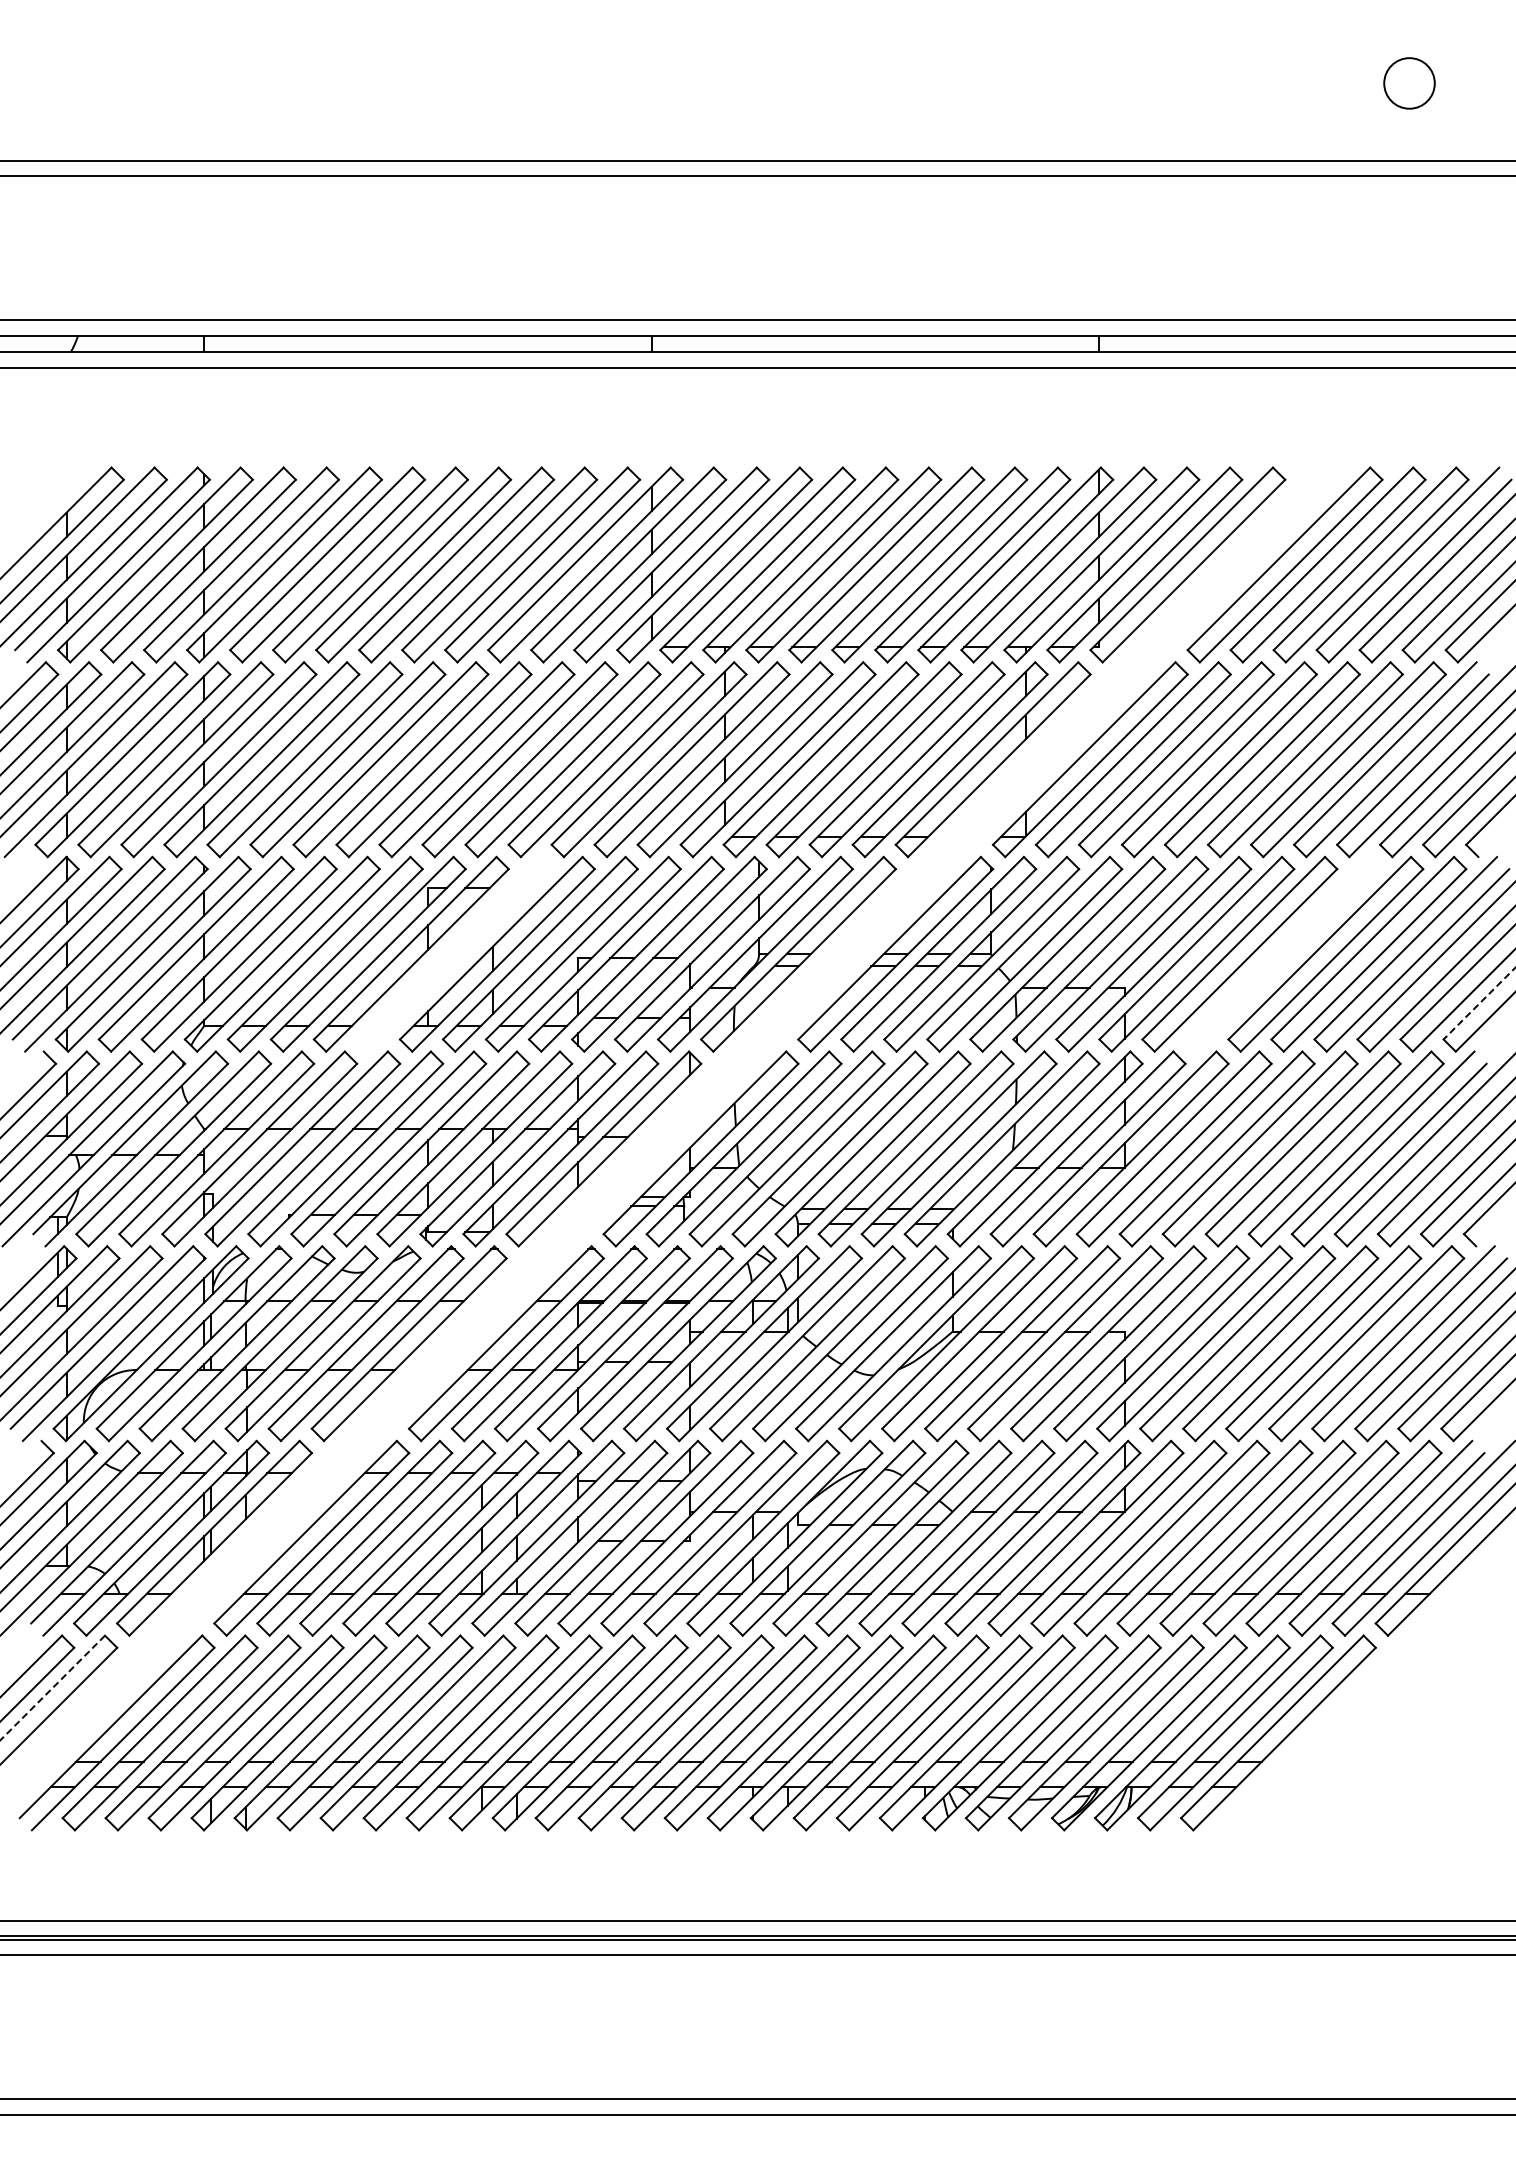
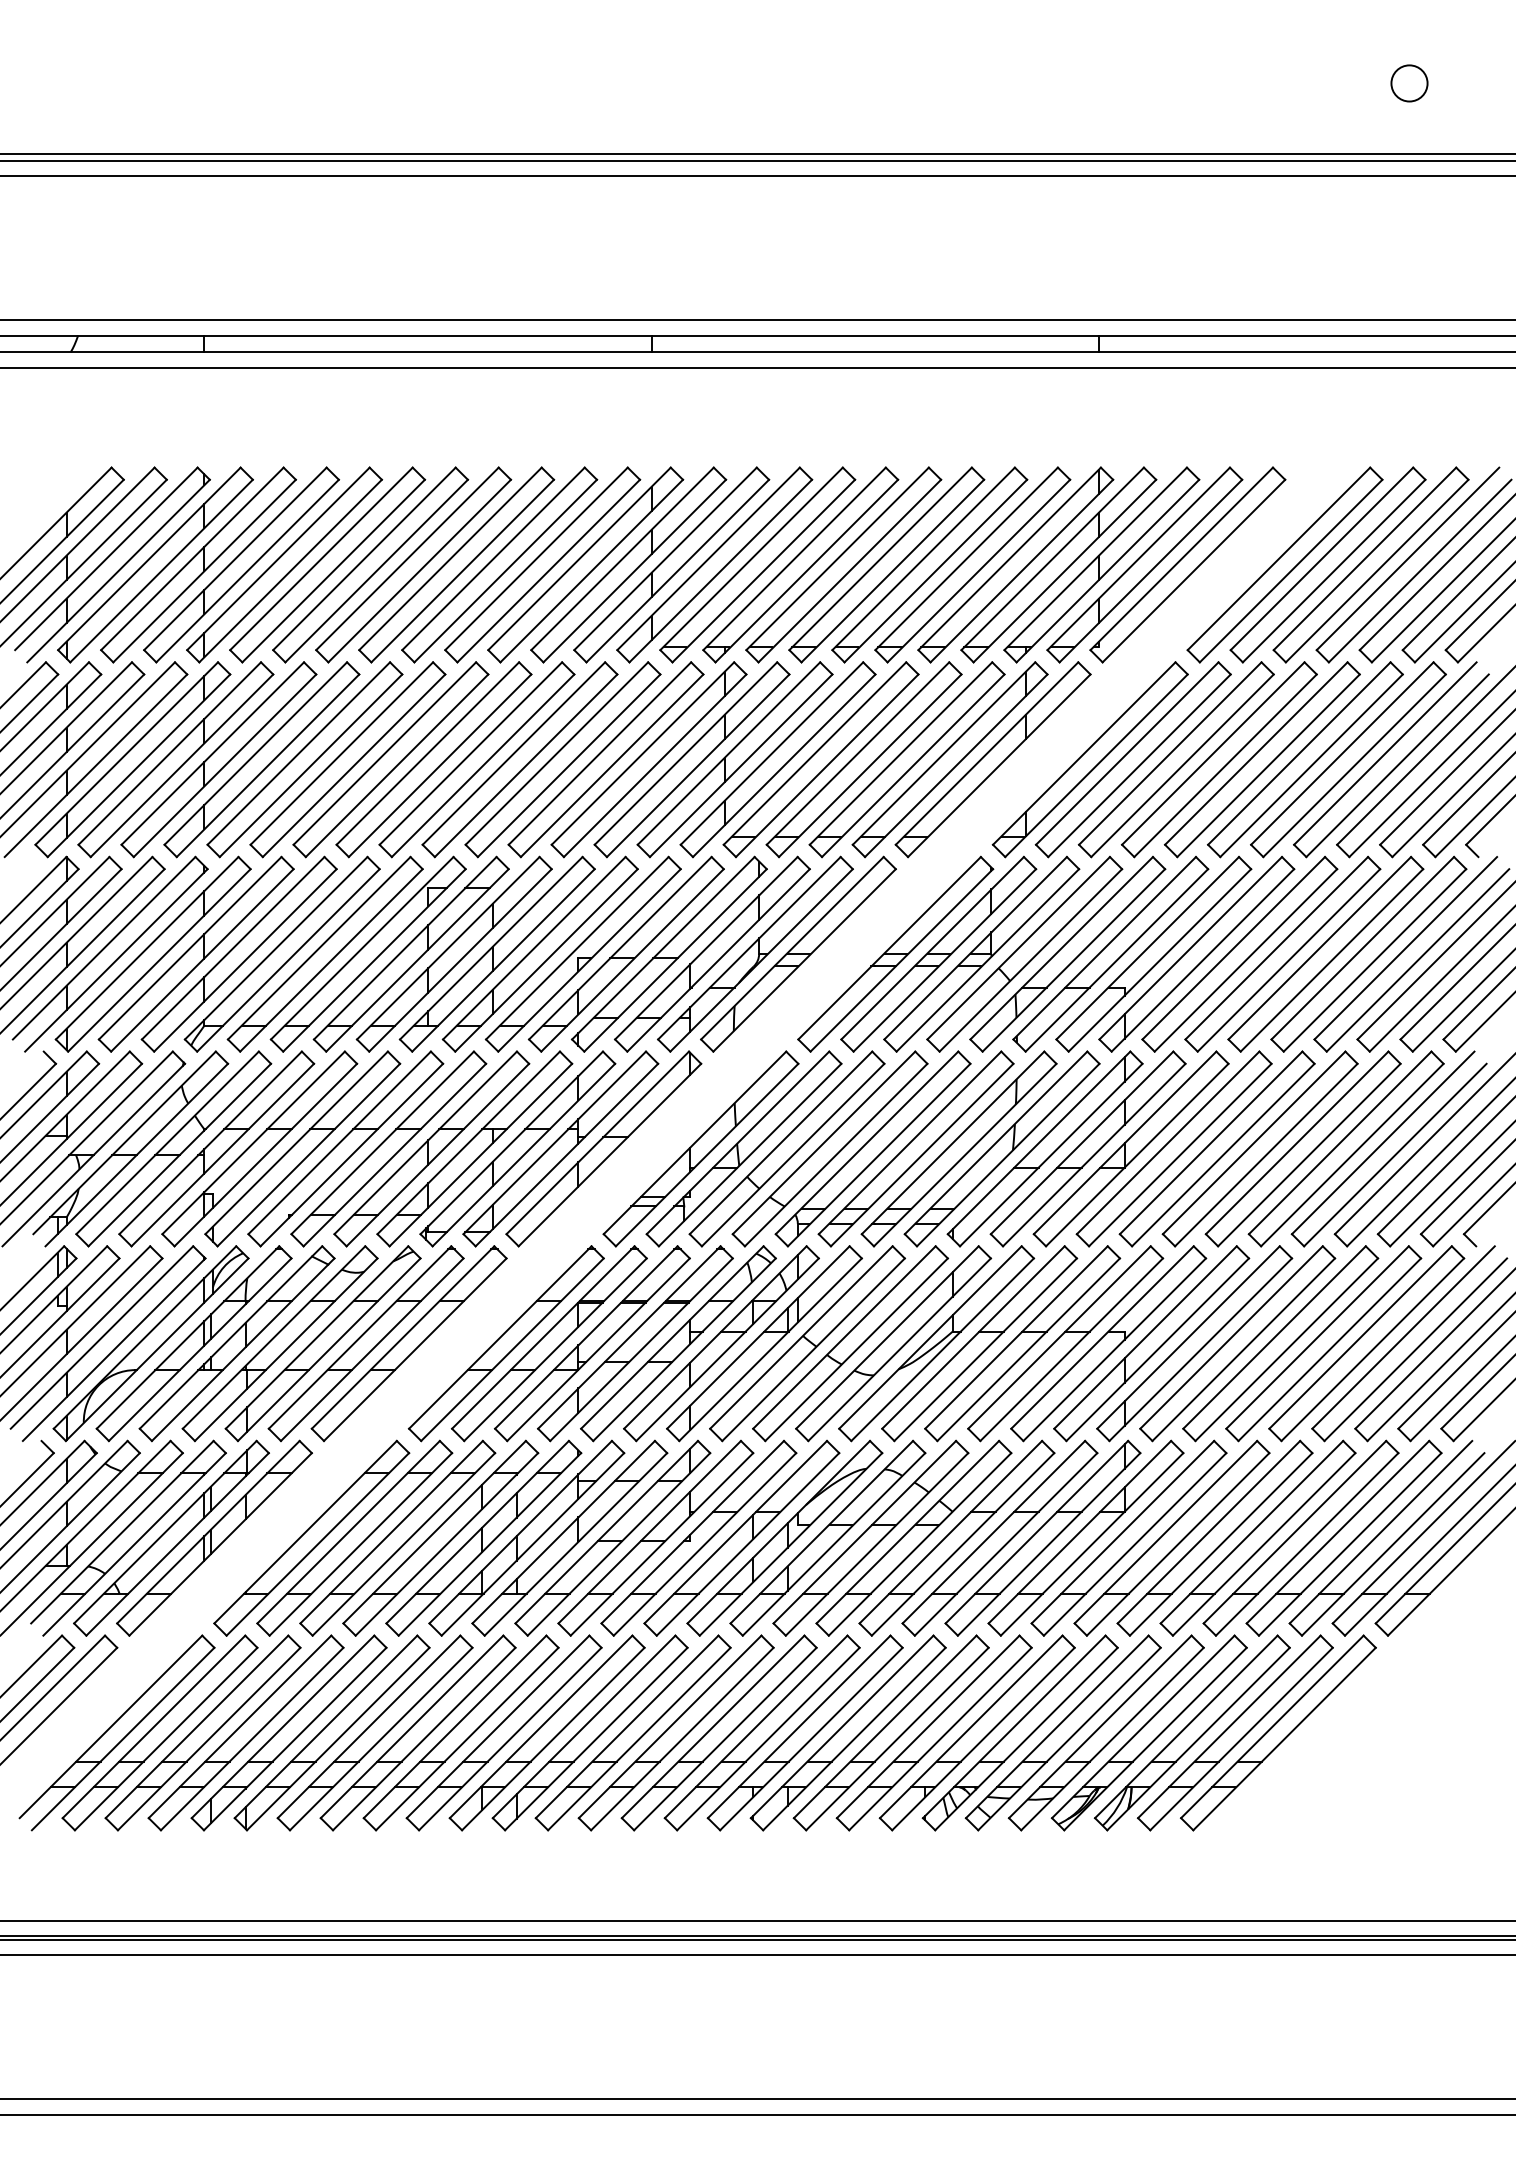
circle at (1409, 83) size: 53x53 px -> 39x39 px
line at (757, 154): none -> present
part at (453, 953): none -> present
part at (1282, 953): none -> present
line at (1479, 1003): dashed -> solid
line at (52, 1688): dashed -> solid
